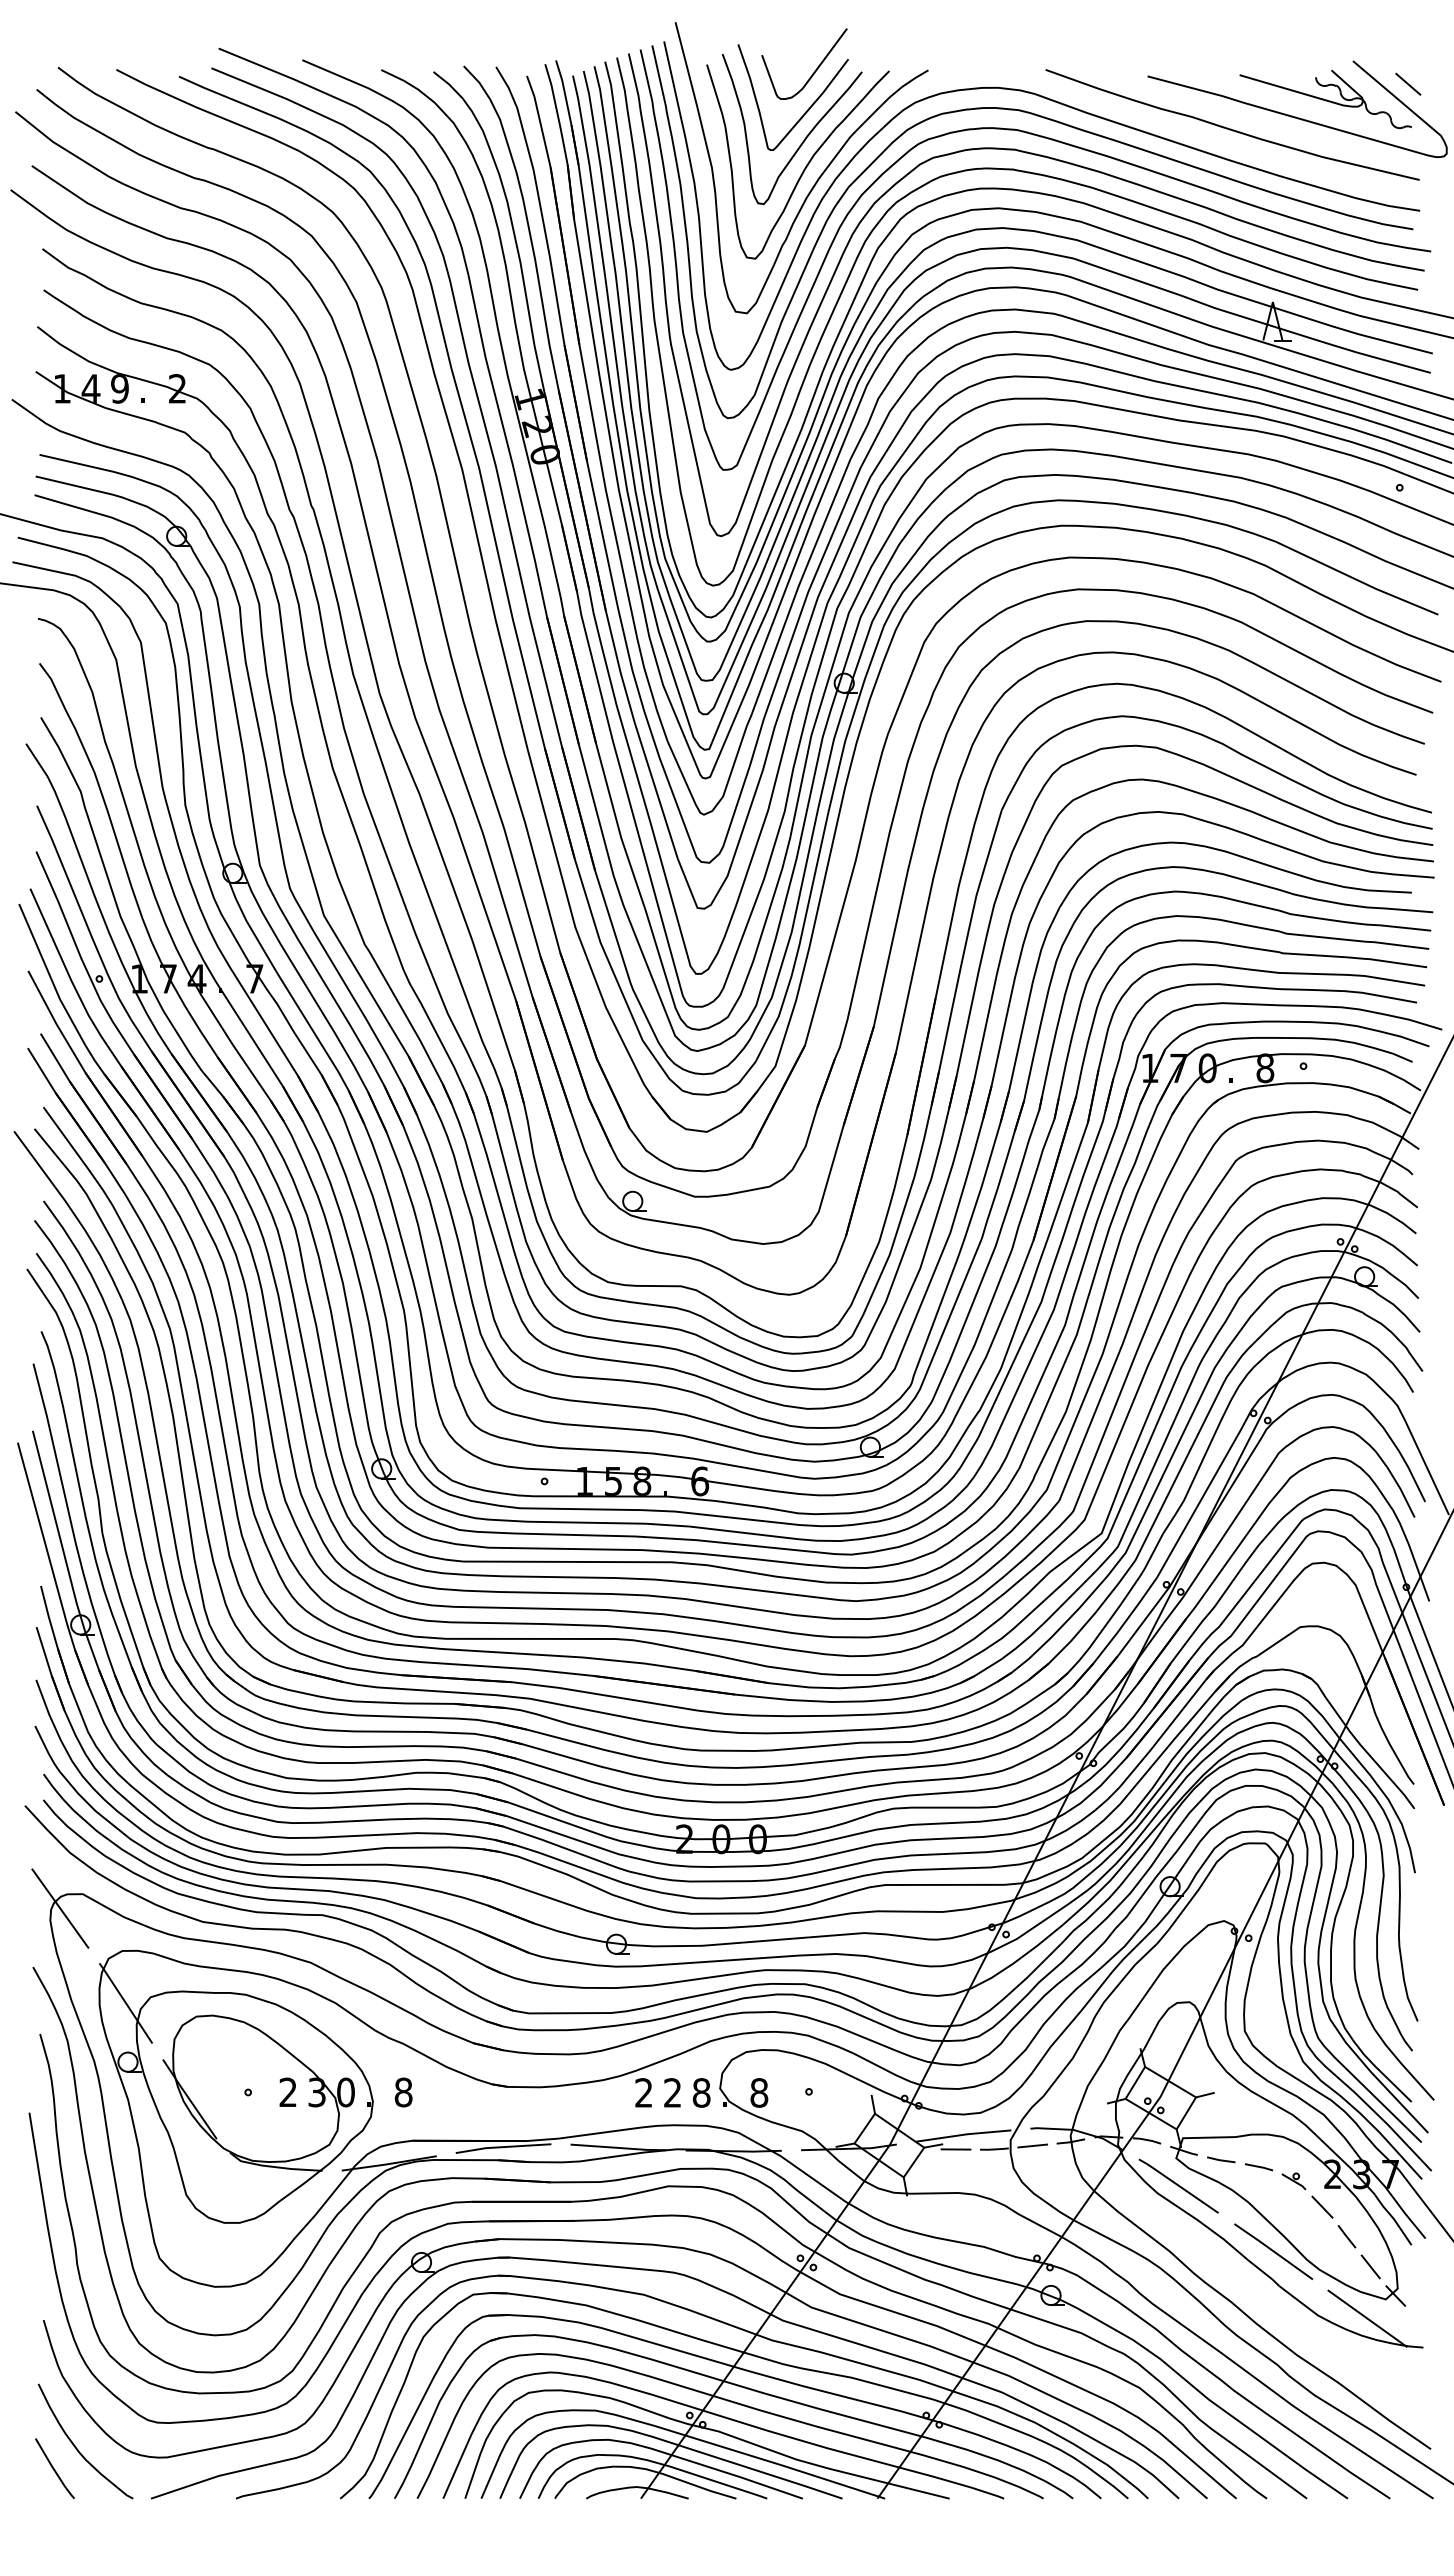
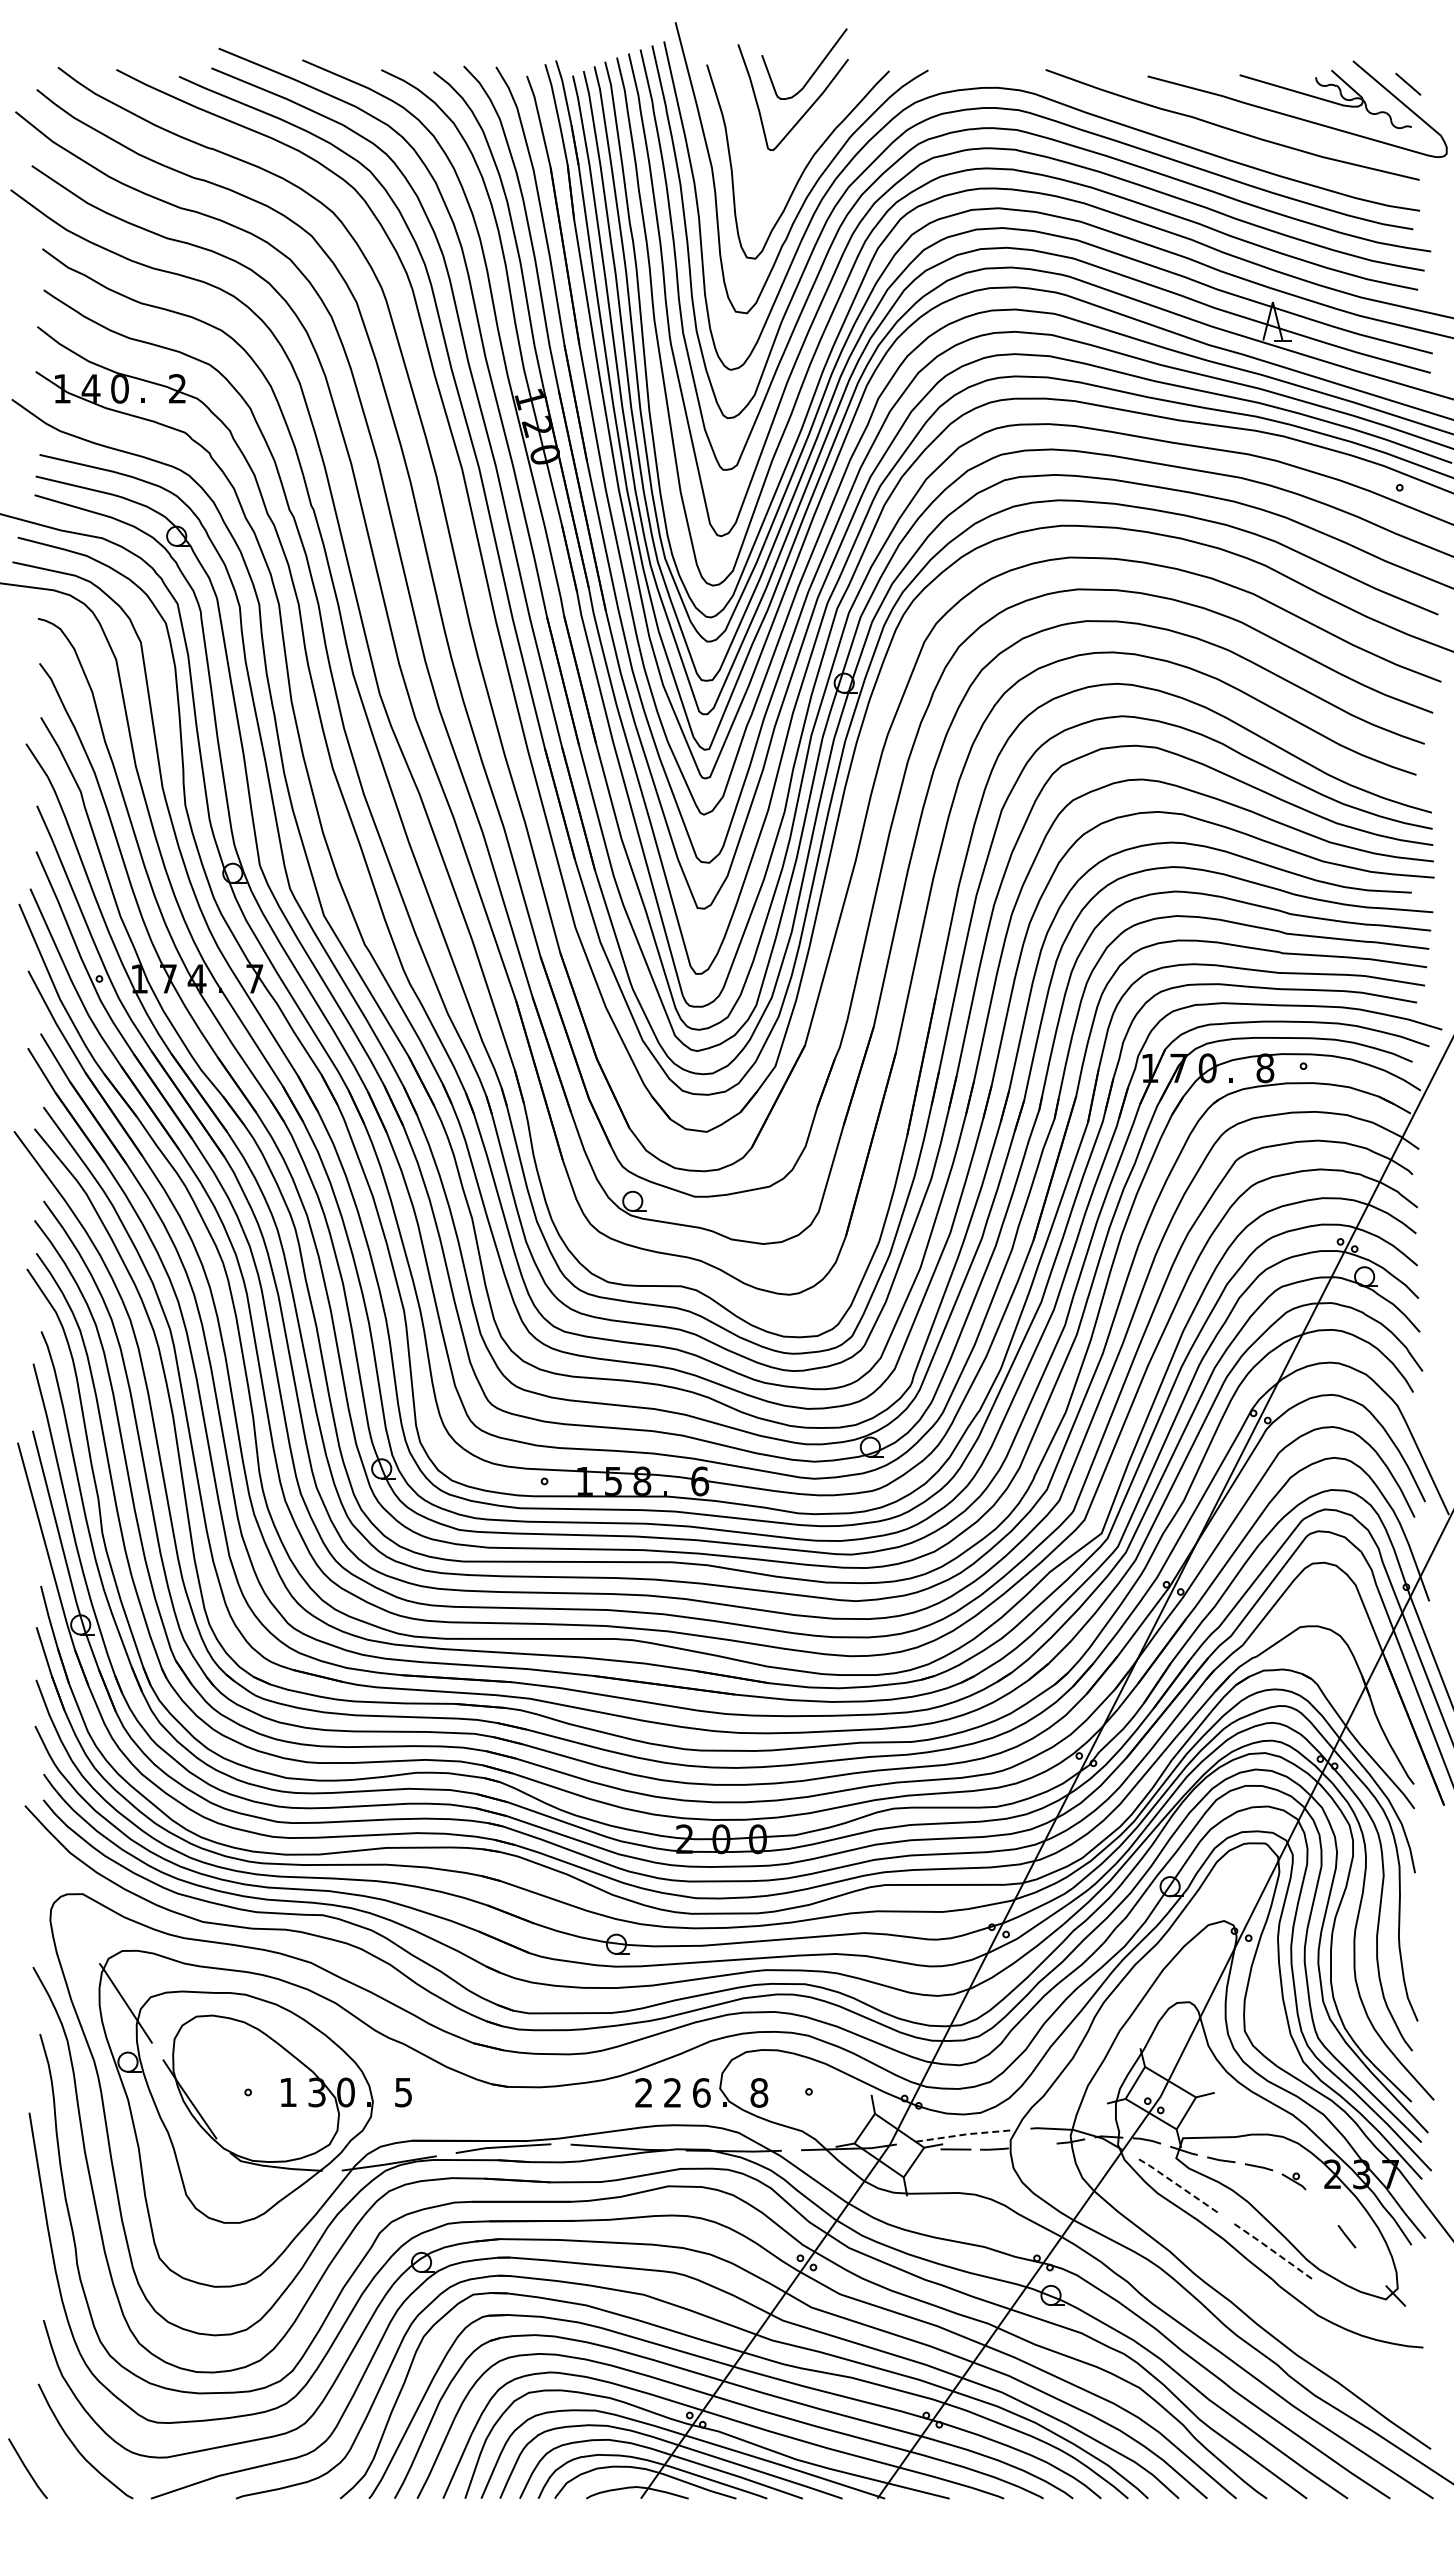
curve at (804, 138): present -> none
text at (119, 388): 9 -> 0
line at (60, 1908): present -> none
text at (287, 2091): 2 -> 1
text at (403, 2092): 8 -> 5
text at (701, 2092): 8 -> 6
line at (964, 2134): solid -> dashed
line at (1032, 2145): present -> none
line at (1178, 2185): solid -> dashed
line at (1322, 2206): present -> none
line at (1273, 2251): solid -> dashed
line at (1370, 2266): present -> none
line at (1367, 2318): present -> none
line at (54, 2468) position: (54, 2468) -> (27, 2468)
